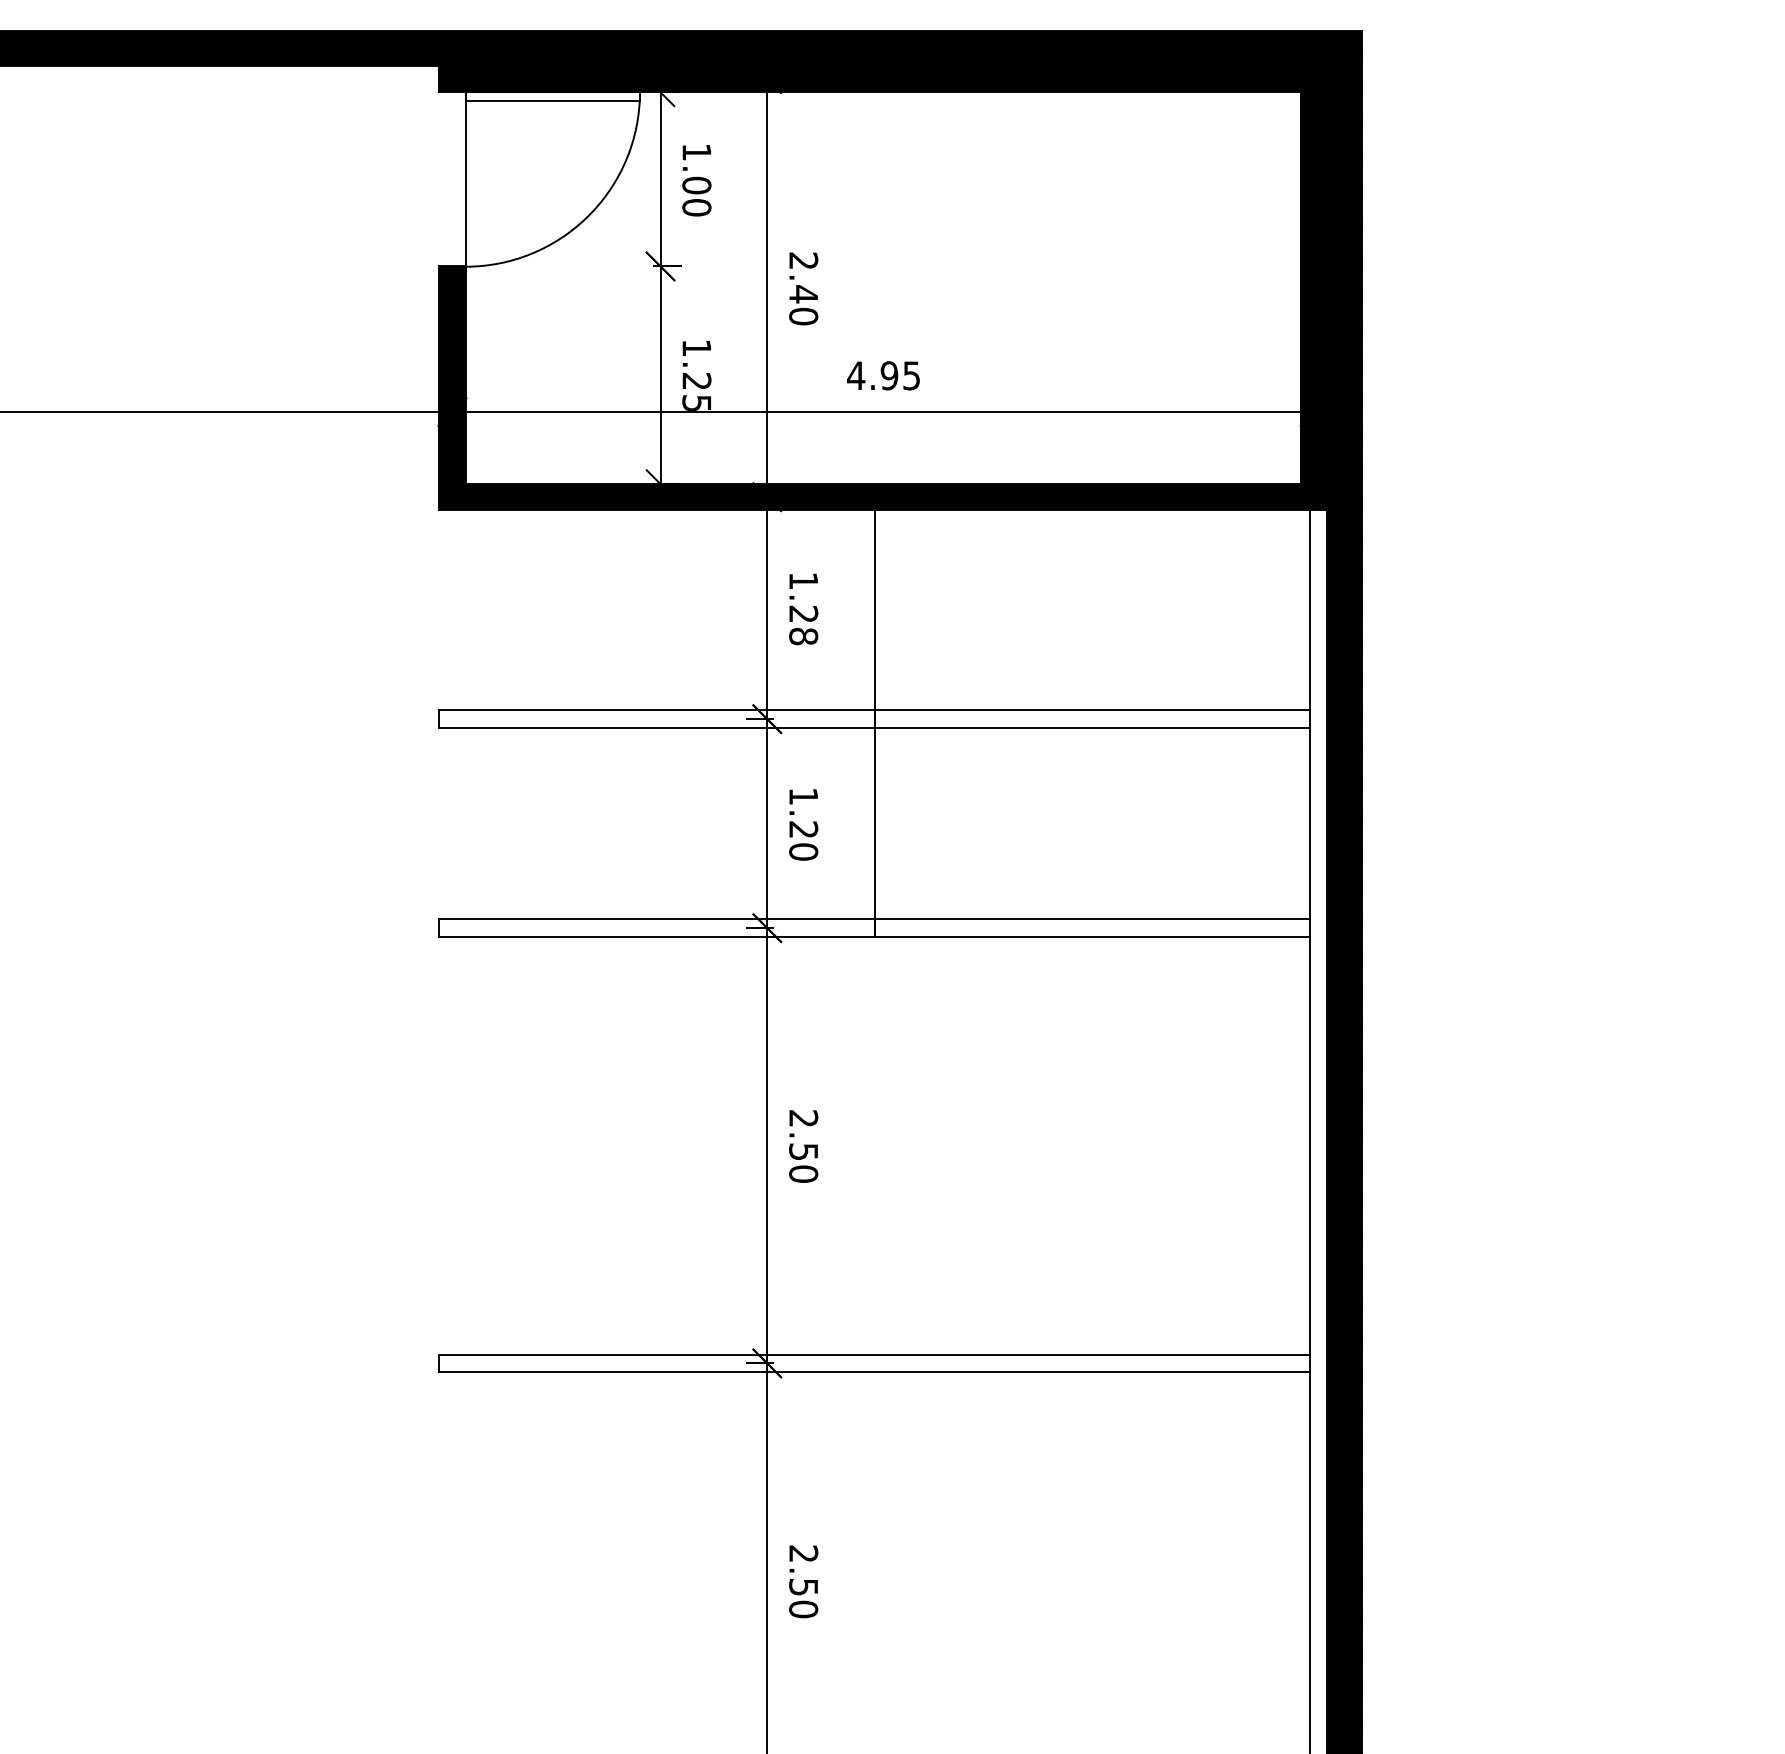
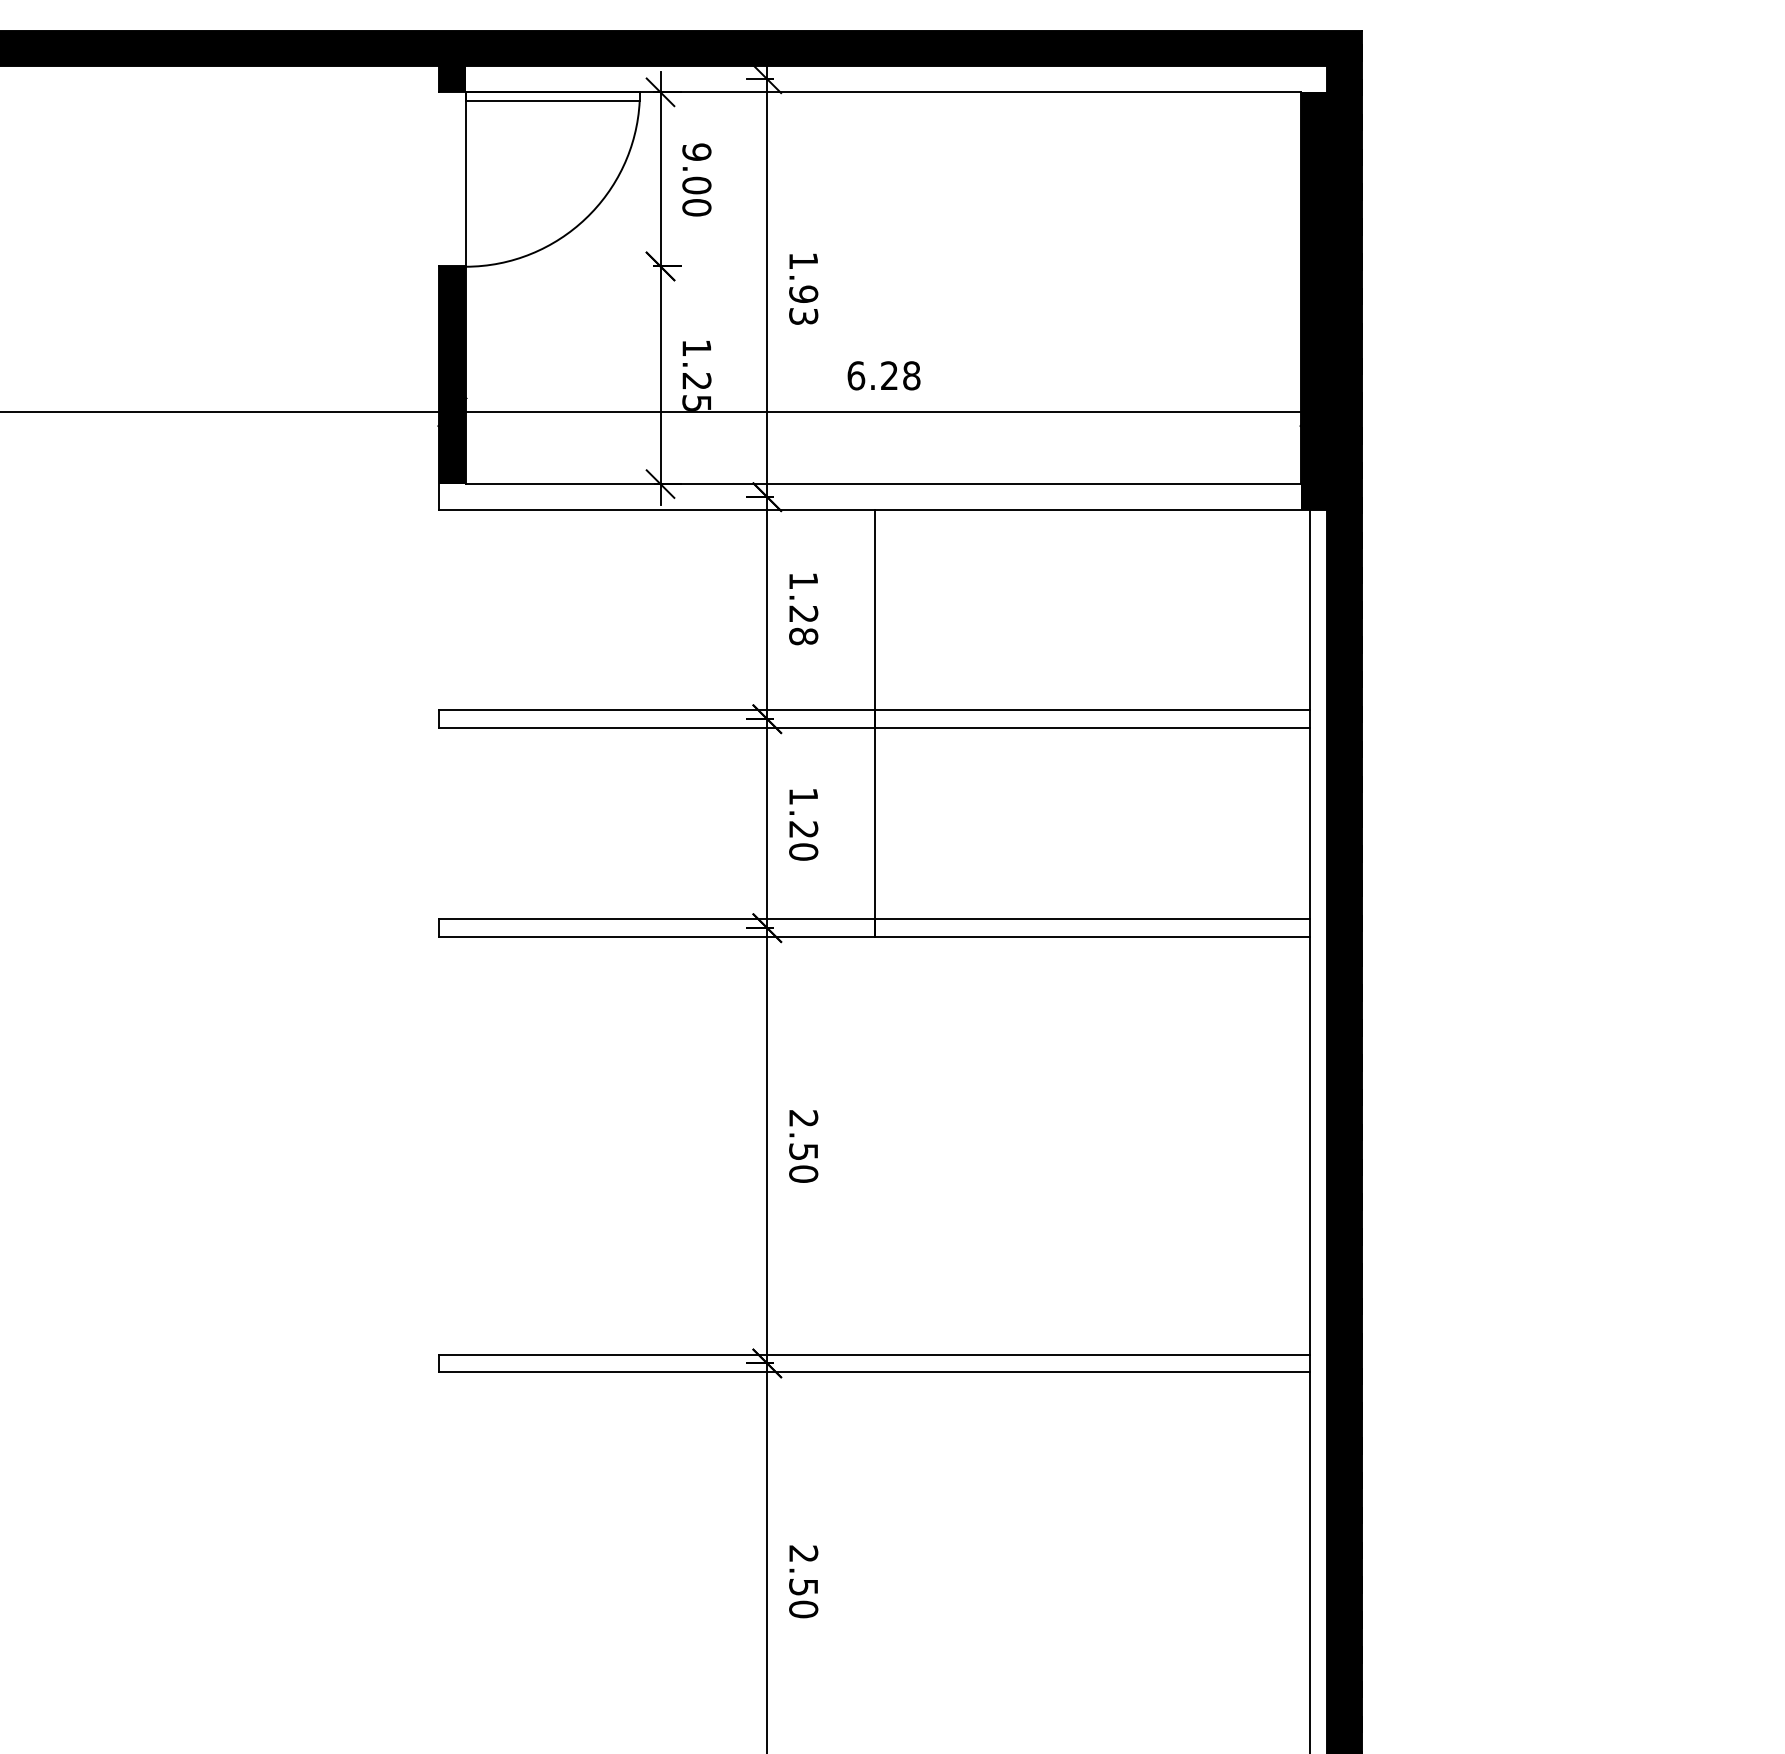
fill at (896, 79): present -> none
text at (696, 151): 1.00 -> 9.00
text at (803, 288): 2.40 -> 1.93
text at (883, 375): 4.95 -> 6.28
fill at (870, 497): present -> none
